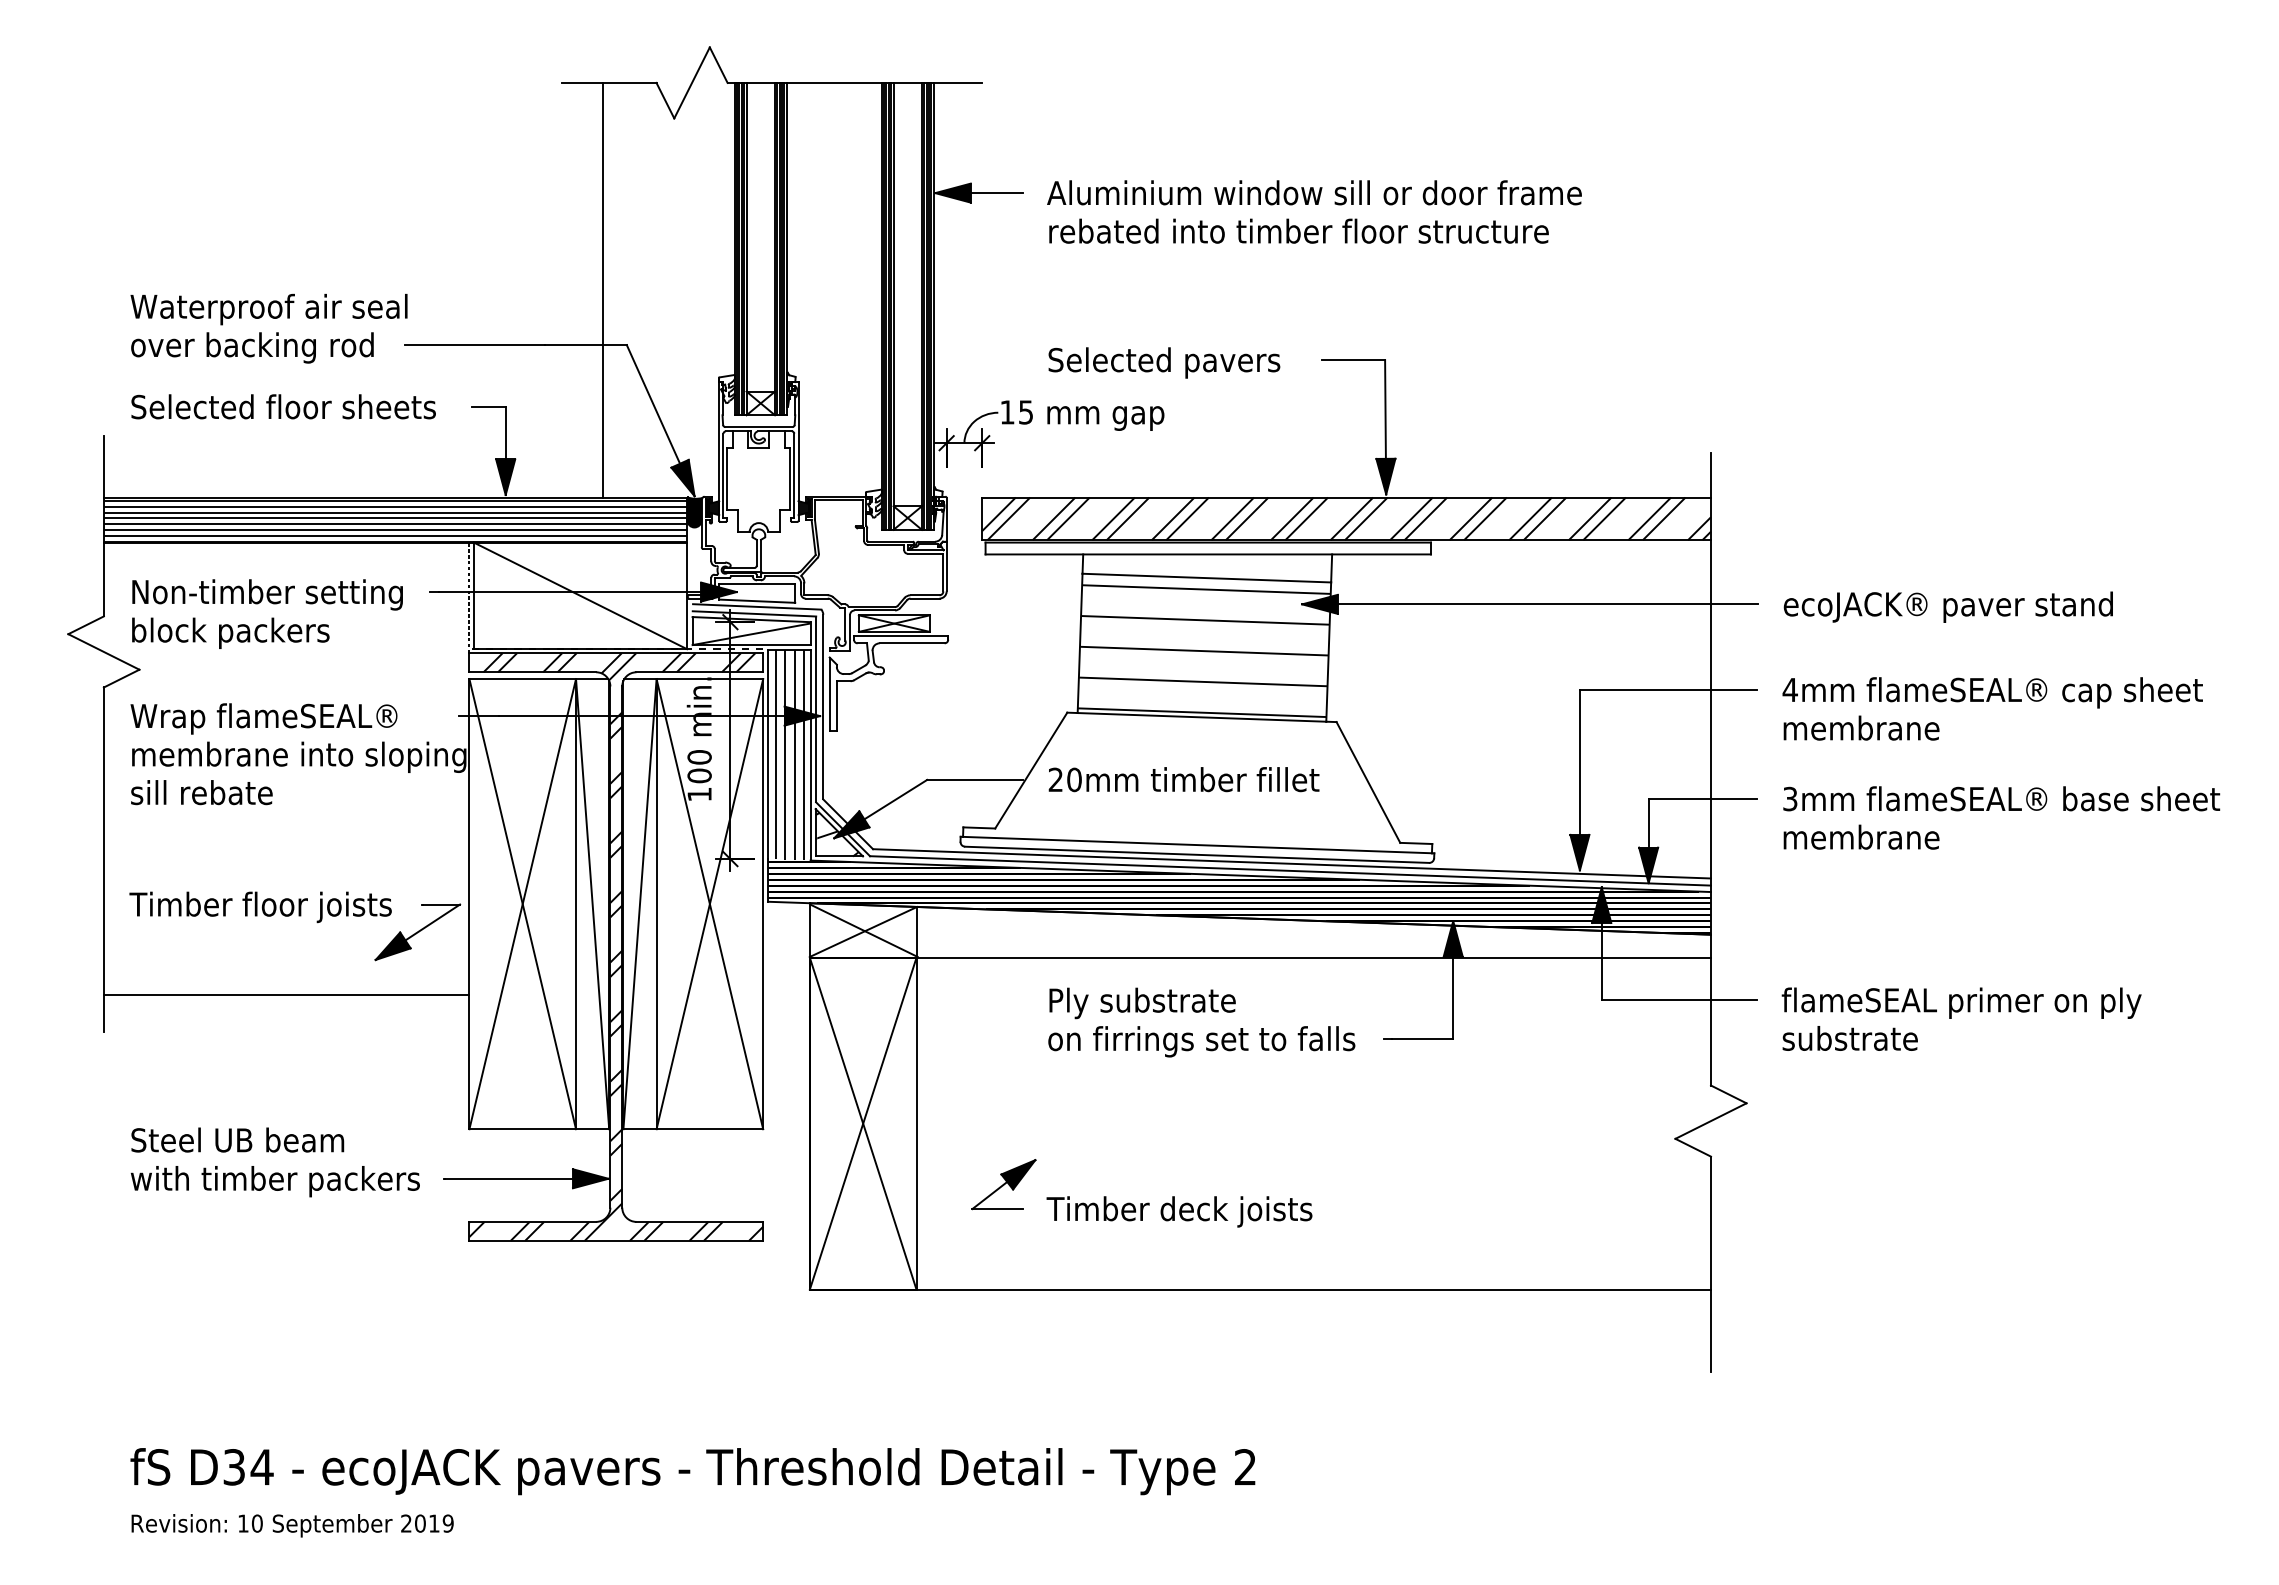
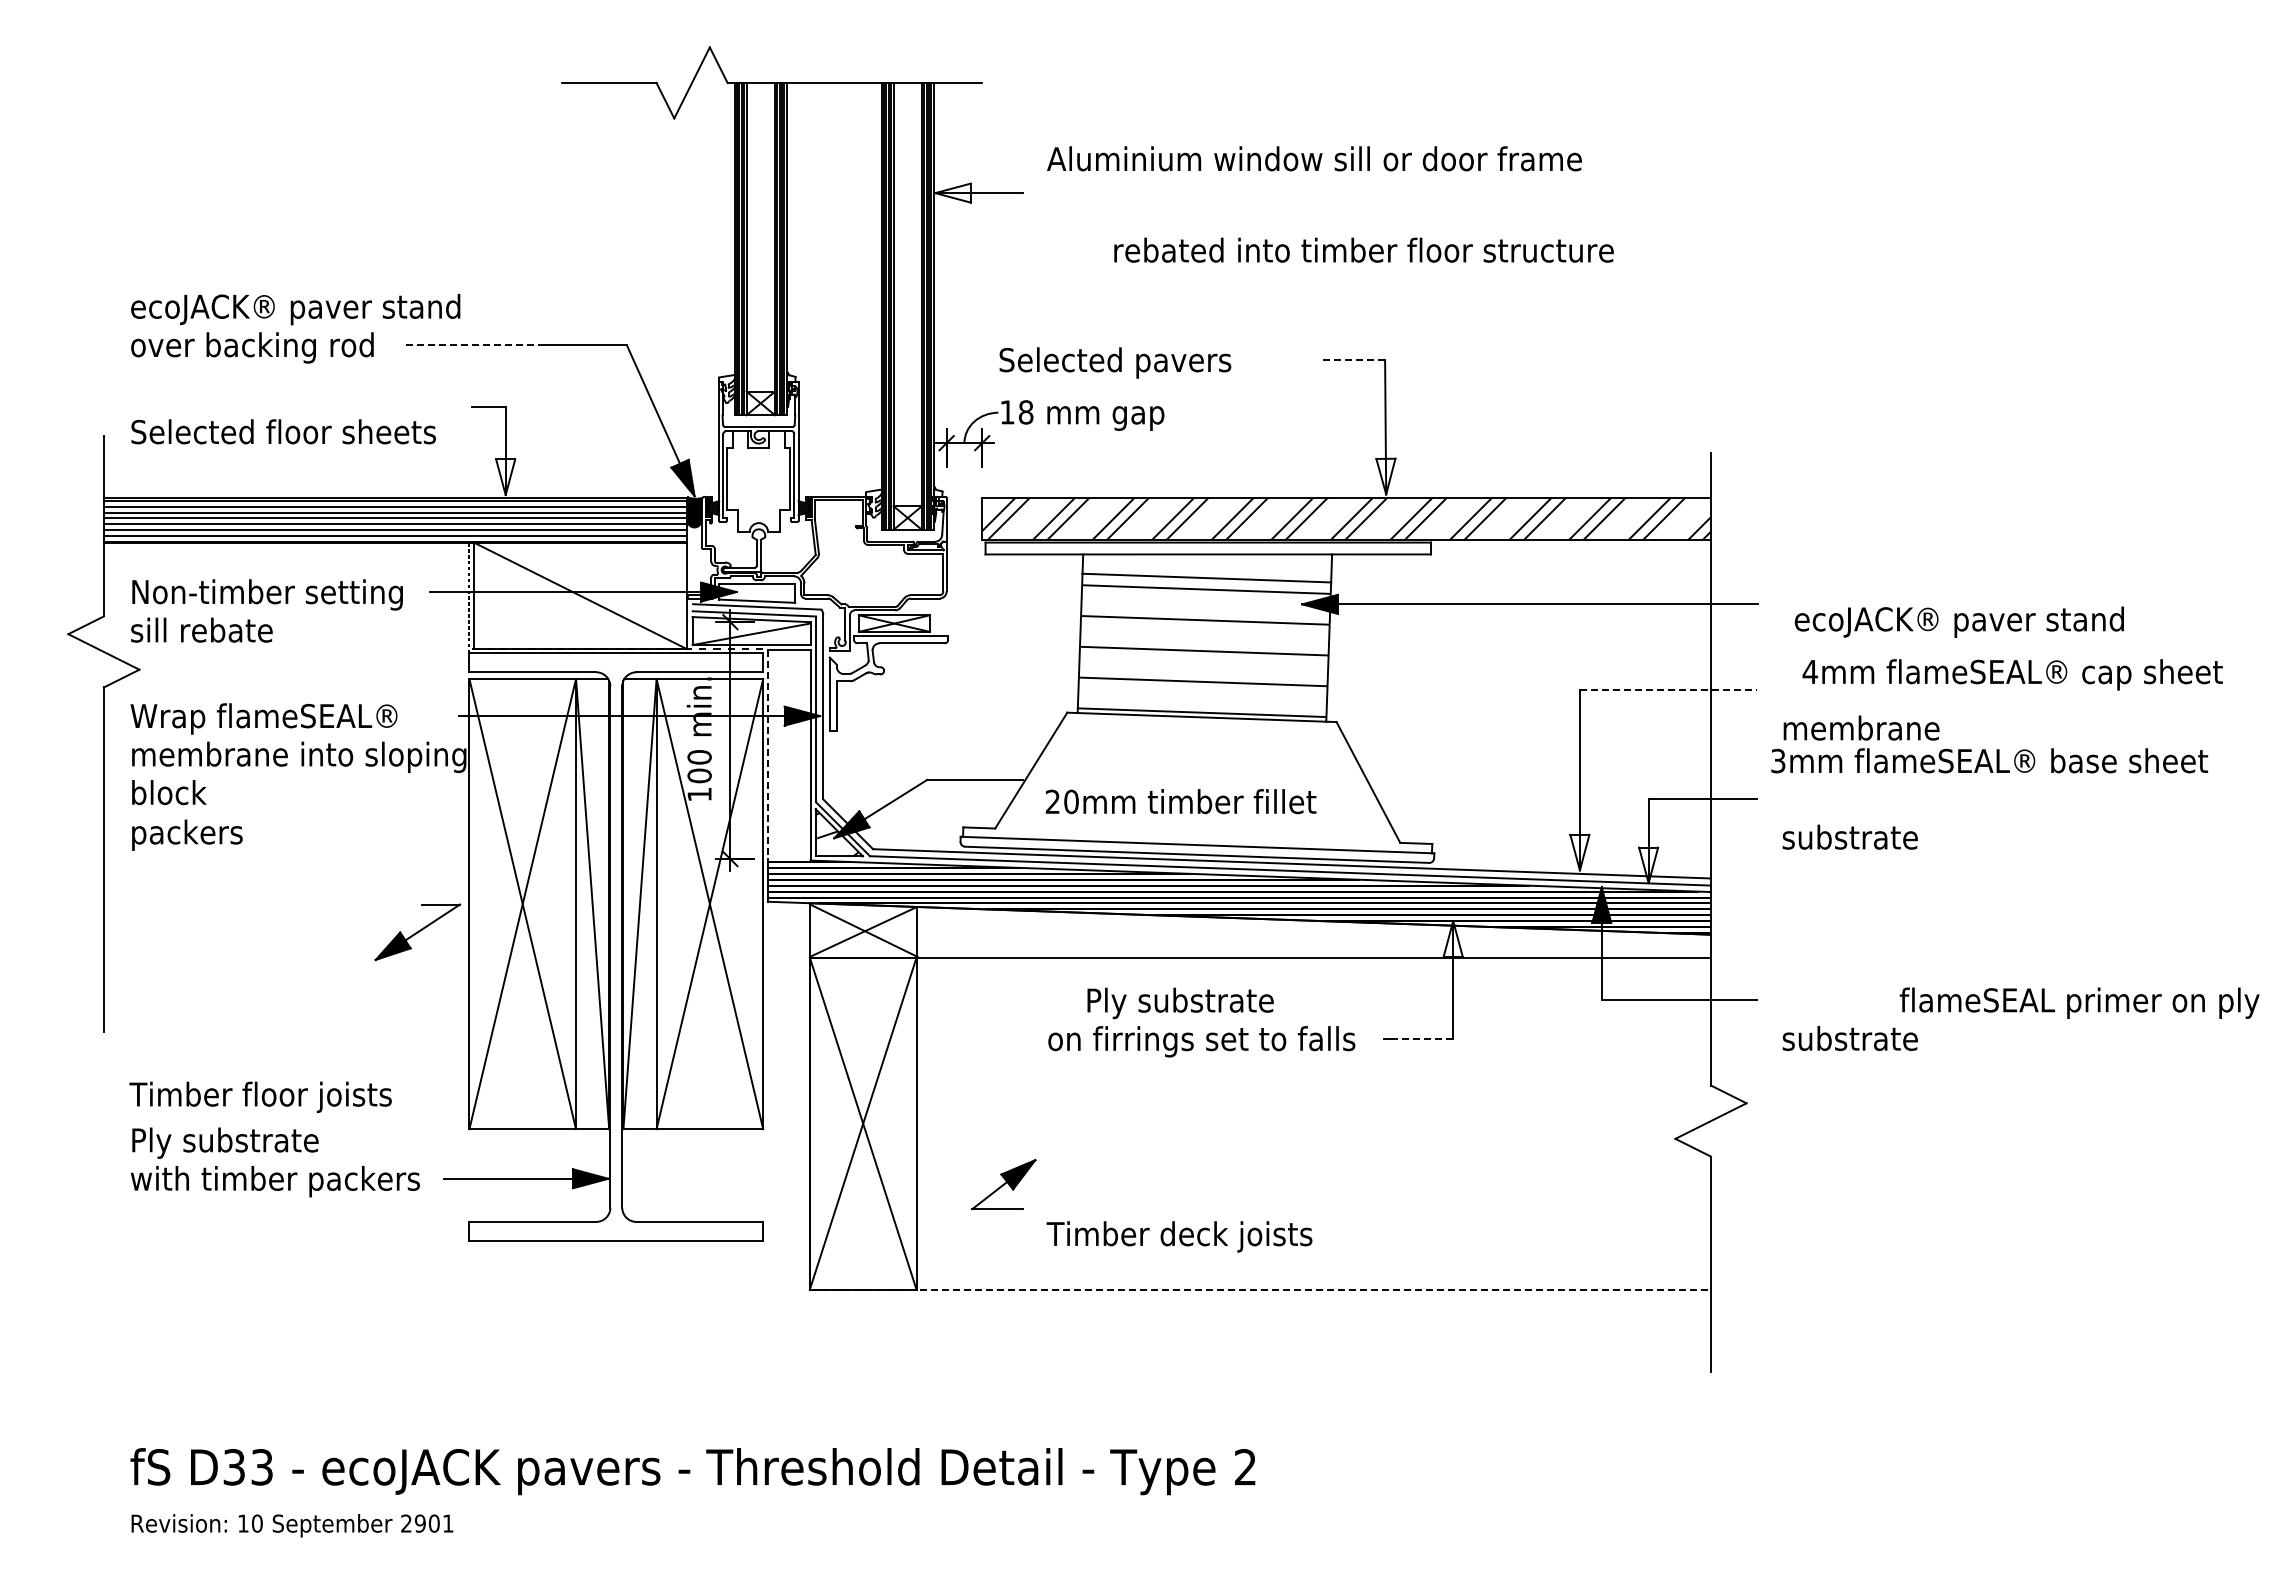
fill at (952, 192): present -> none
text at (1314, 192) position: (1314, 192) -> (1314, 158)
text at (1298, 230) position: (1298, 230) -> (1363, 249)
line at (602, 289): present -> none
text at (295, 309): Waterproof air seal -> ecoJACK® paver stand
line at (474, 345): solid -> dashed
line at (1353, 360): solid -> dashed
text at (1164, 362) position: (1164, 362) -> (1115, 362)
text at (283, 406) position: (283, 406) -> (283, 431)
text at (1025, 412): 15 -> 18
fill at (1385, 476): present -> none
fill at (505, 477): present -> none
text at (1947, 606) position: (1947, 606) -> (1958, 621)
text at (230, 632): block packers -> sill rebate
line at (1668, 690): solid -> dashed
text at (1992, 692) position: (1992, 692) -> (2012, 674)
line at (767, 755): solid -> dashed
hatch at (789, 755): present -> none
text at (1183, 779) position: (1183, 779) -> (1180, 801)
text at (2001, 798) position: (2001, 798) -> (1989, 760)
text at (201, 815): sill rebate -> block packers
text at (1860, 836): membrane -> substrate
fill at (1579, 852): present -> none
fill at (1648, 865): present -> none
text at (260, 907) position: (260, 907) -> (260, 1097)
fill at (1452, 938): present -> none
hatch at (616, 946): present -> none
line at (286, 995): present -> none
text at (1961, 1002) position: (1961, 1002) -> (2079, 1002)
text at (1142, 1003) position: (1142, 1003) -> (1180, 1003)
line at (1422, 1038): solid -> dashed
text at (237, 1142): Steel UB beam -> Ply substrate
text at (1179, 1211) position: (1179, 1211) -> (1179, 1236)
line at (1260, 1289): solid -> dashed
text at (261, 1467): D34 -> D33
text at (433, 1523): 2019 -> 2901
